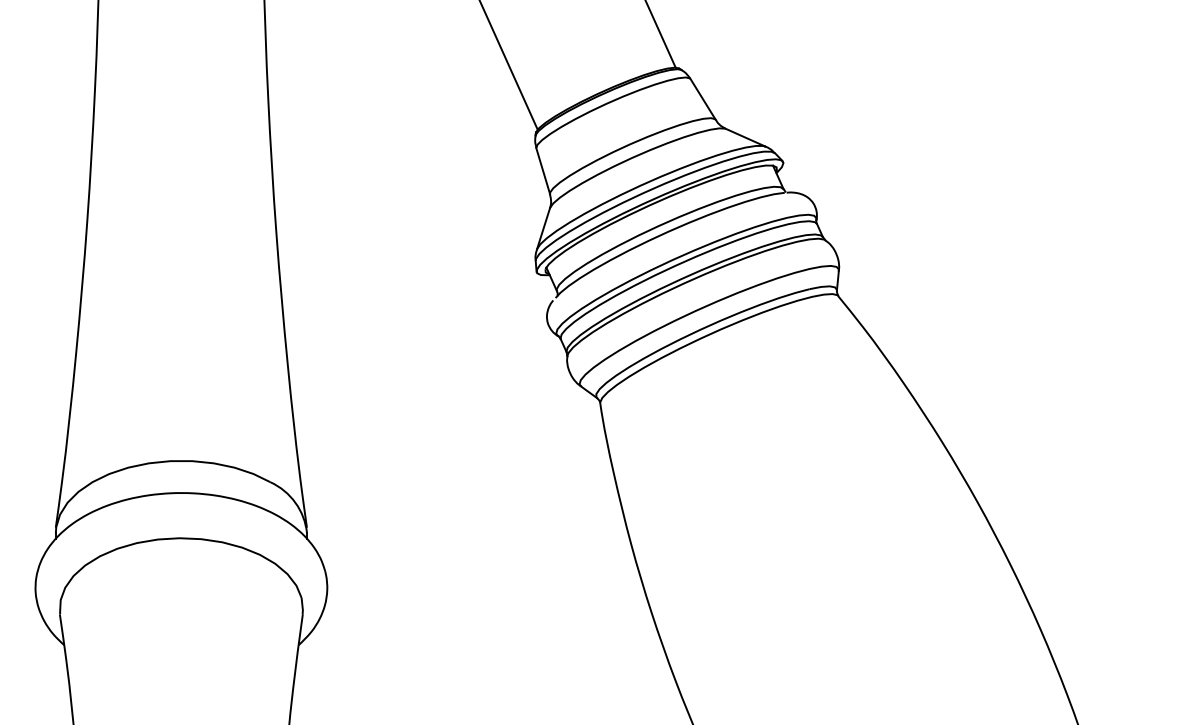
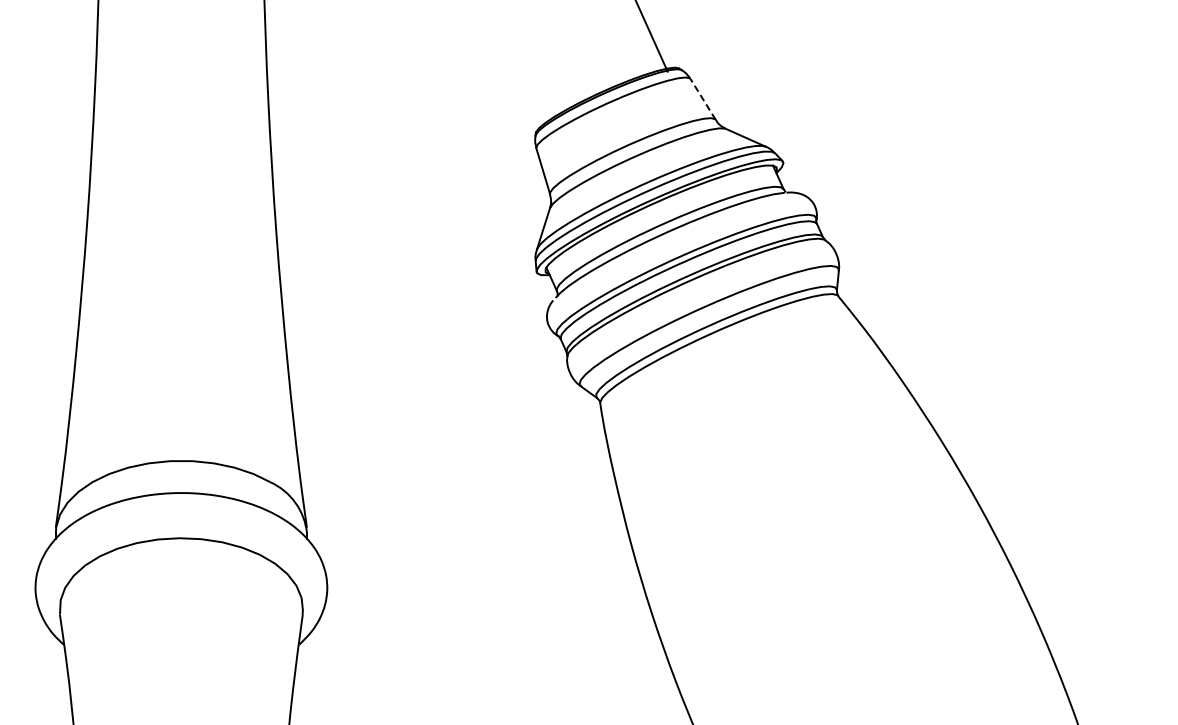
line at (660, 34) position: (660, 34) -> (651, 36)
line at (508, 65): present -> none
line at (703, 99): solid -> dashed
